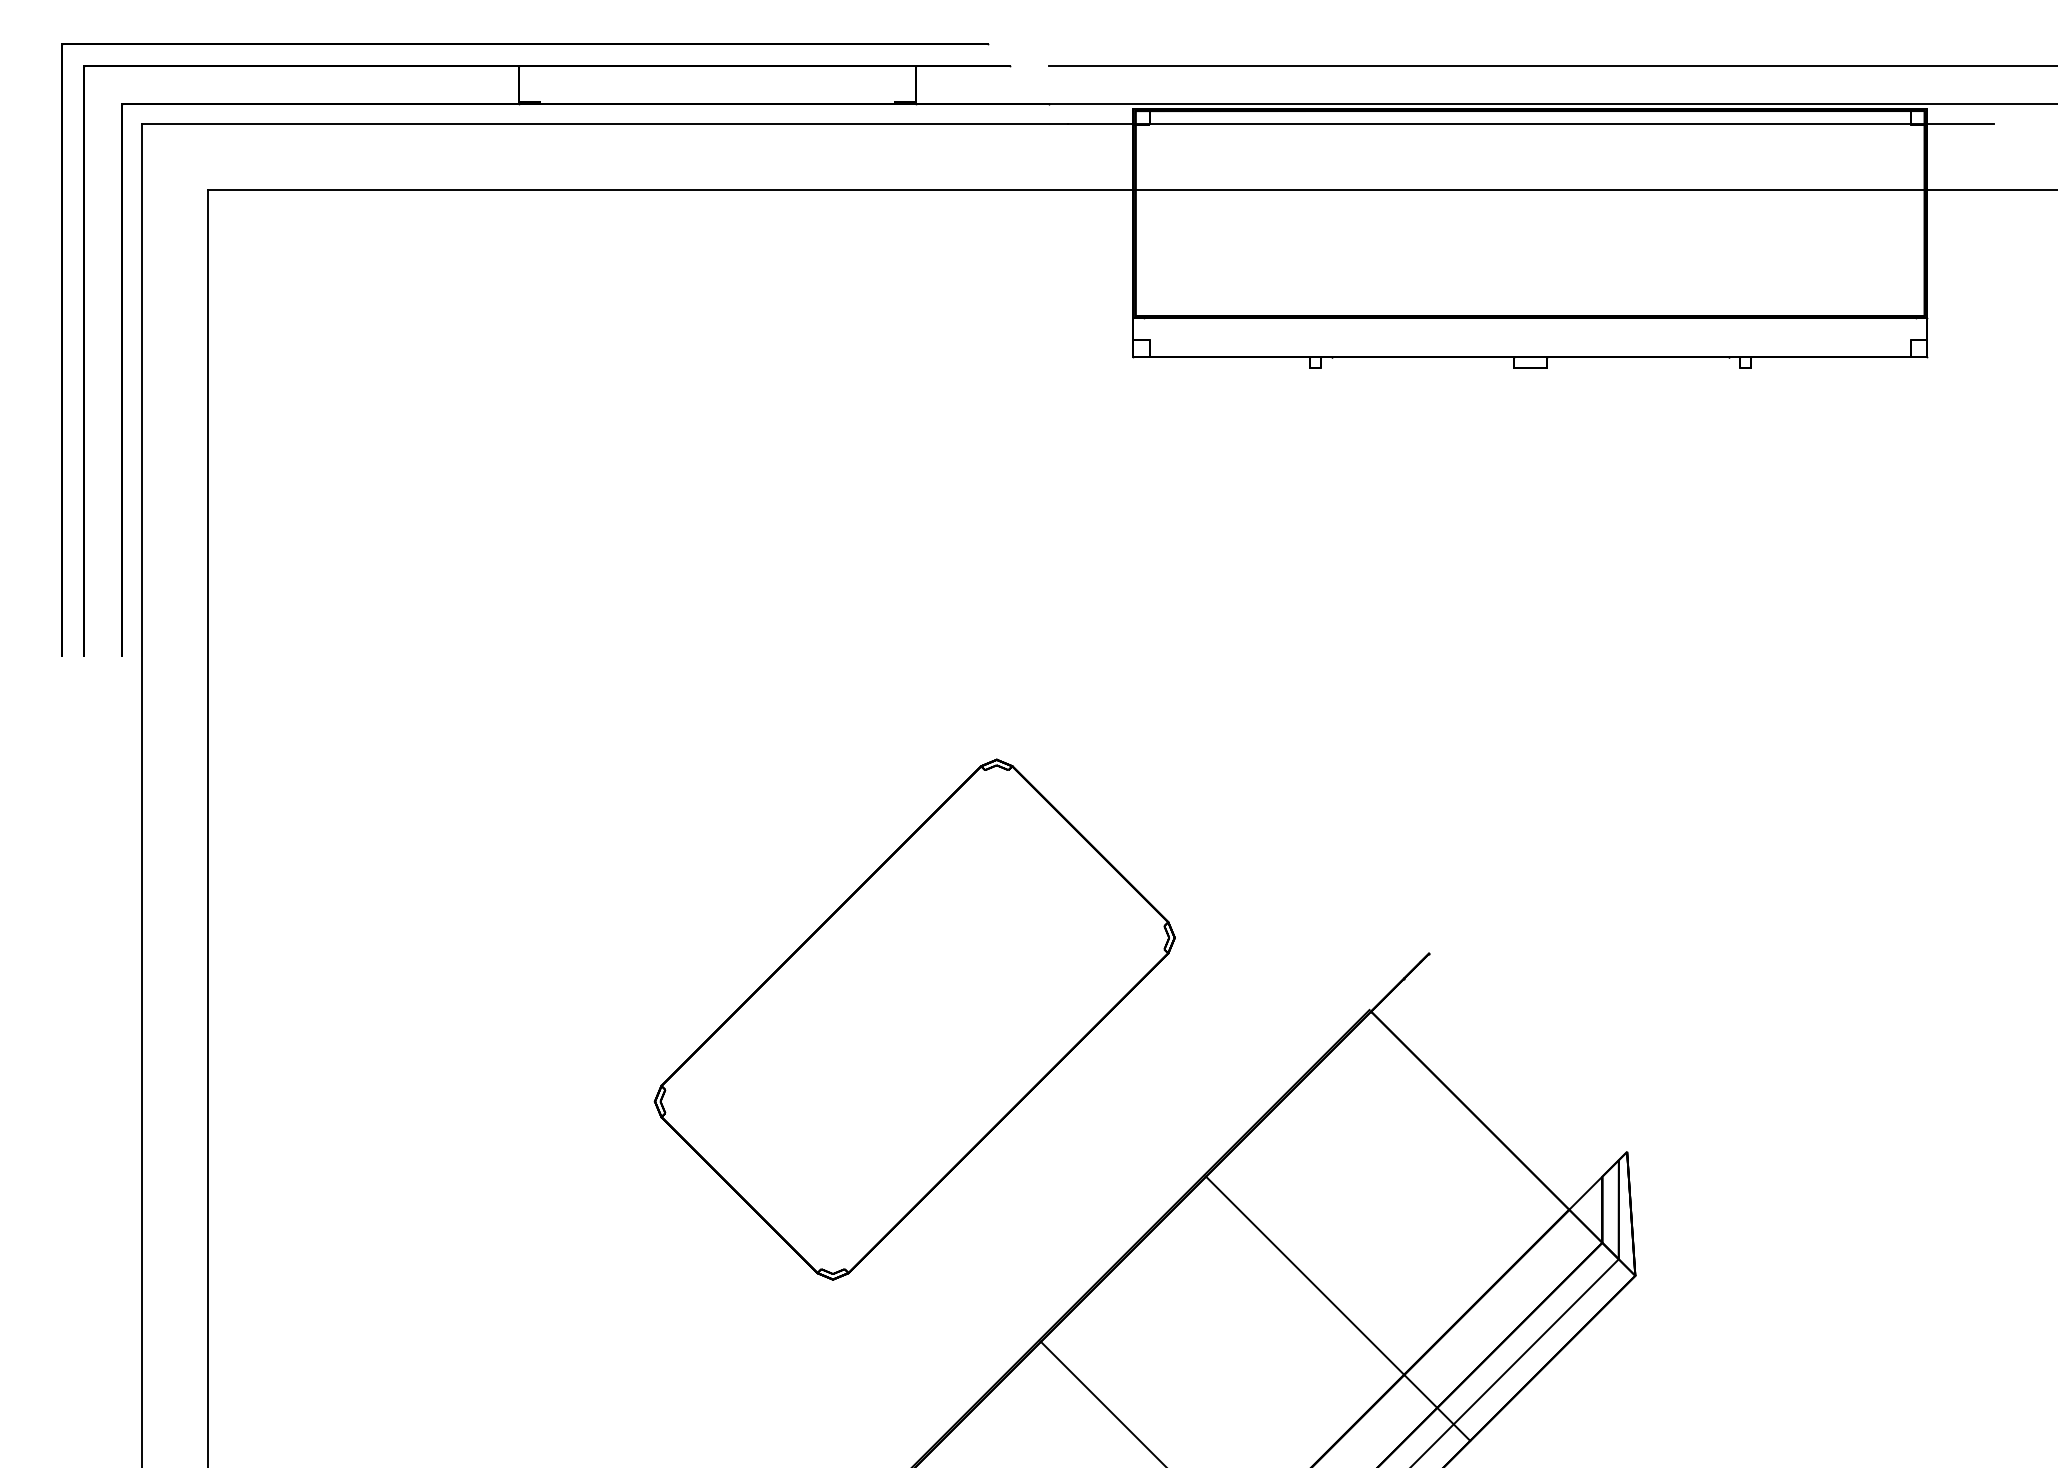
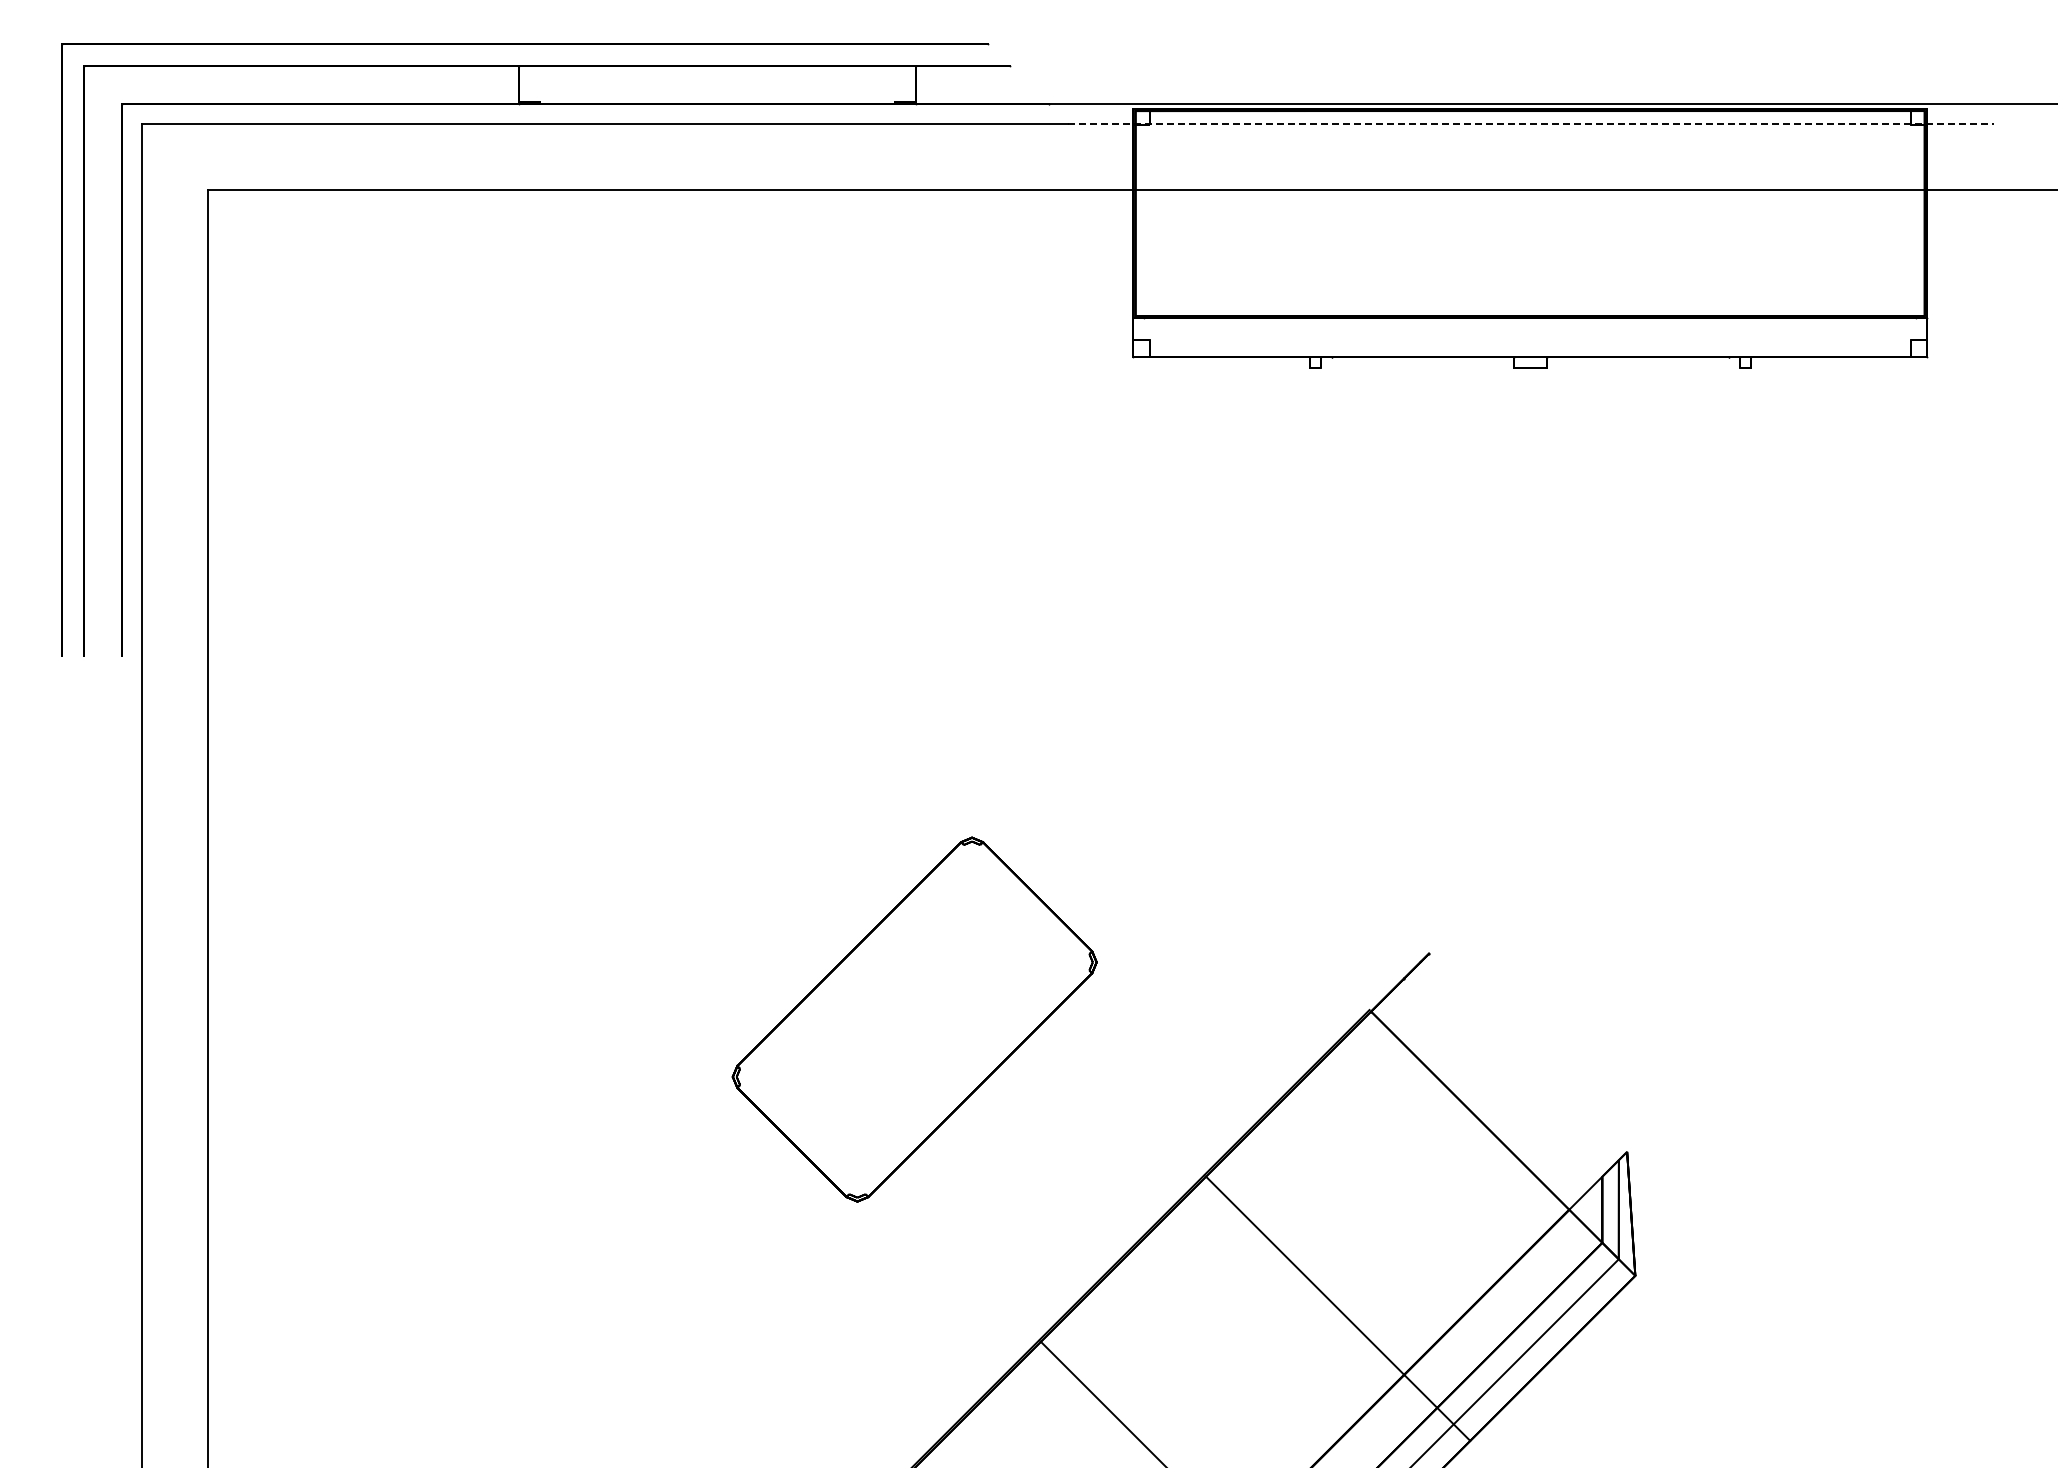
line at (1551, 65): present -> none
line at (1531, 123): solid -> dashed
part at (914, 1019) size: 523x523 px -> 367x367 px
